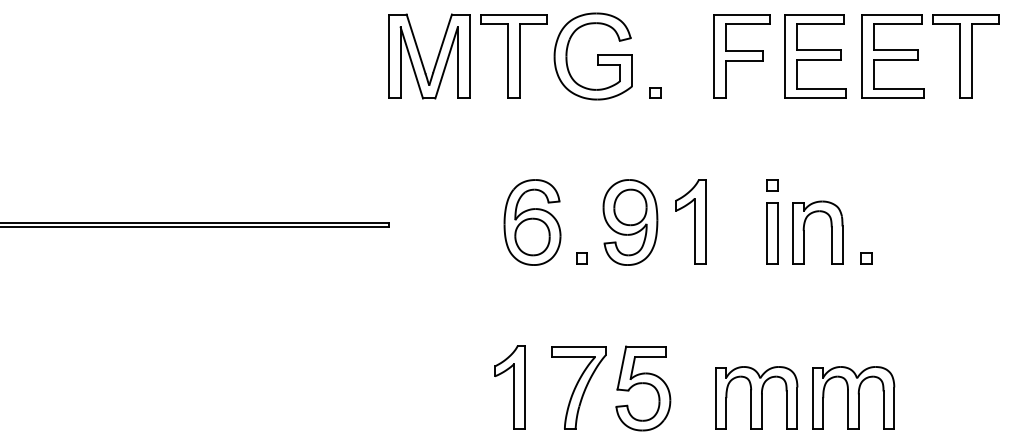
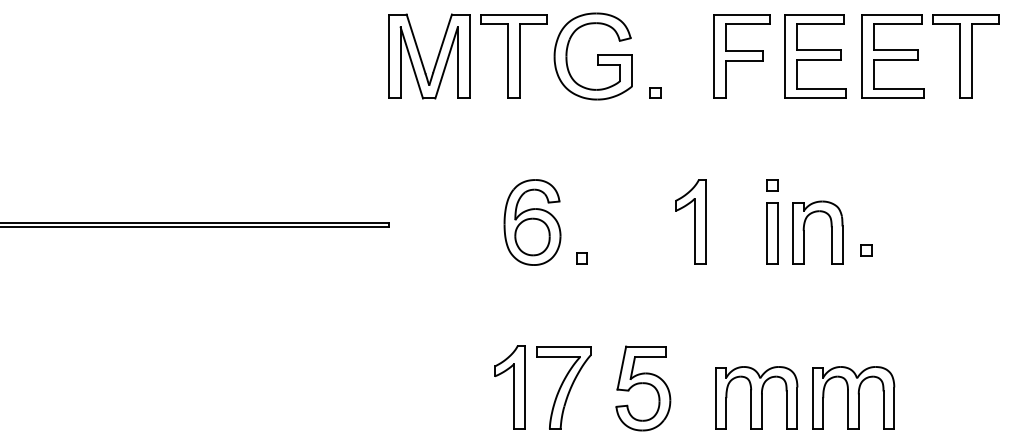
part at (630, 222): present -> none
part at (866, 258) position: (866, 258) -> (866, 250)
part at (578, 387) position: (578, 387) -> (563, 387)
